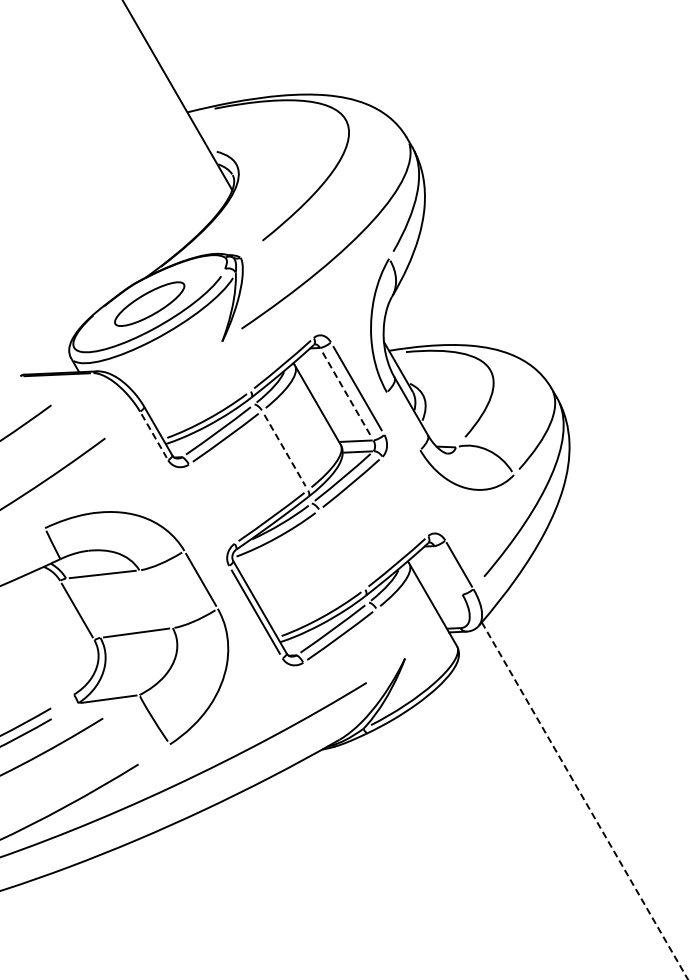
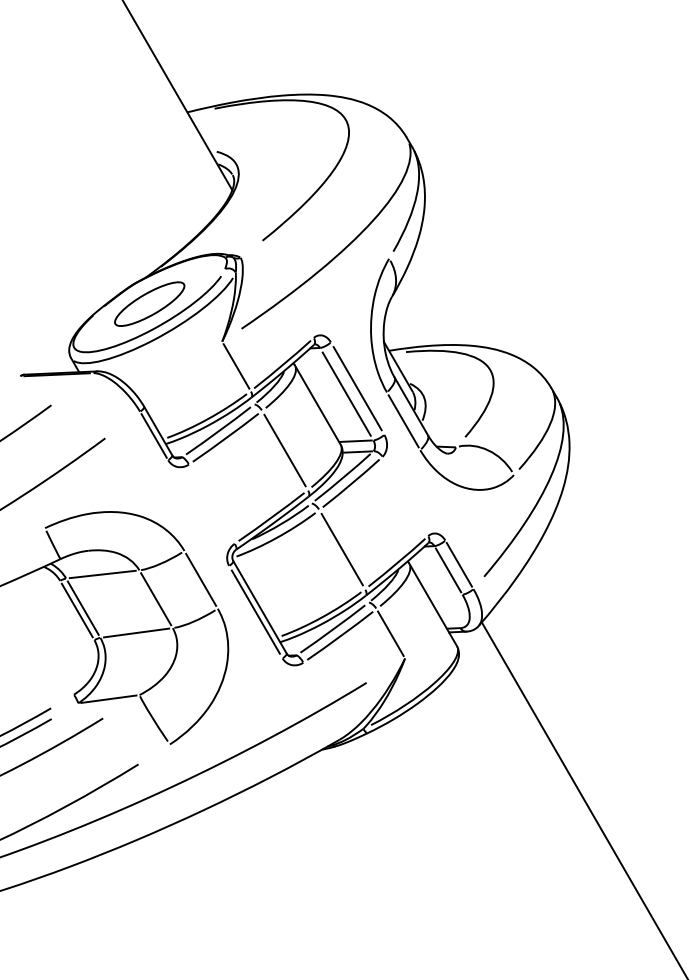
line at (236, 366): none -> present
line at (347, 394): dashed -> solid
line at (403, 421): none -> present
line at (154, 436): dashed -> solid
line at (285, 450): dashed -> solid
line at (341, 549): none -> present
line at (448, 570): none -> present
line at (156, 599): none -> present
line at (82, 607): none -> present
line at (390, 633): none -> present
line at (584, 800): dashed -> solid
